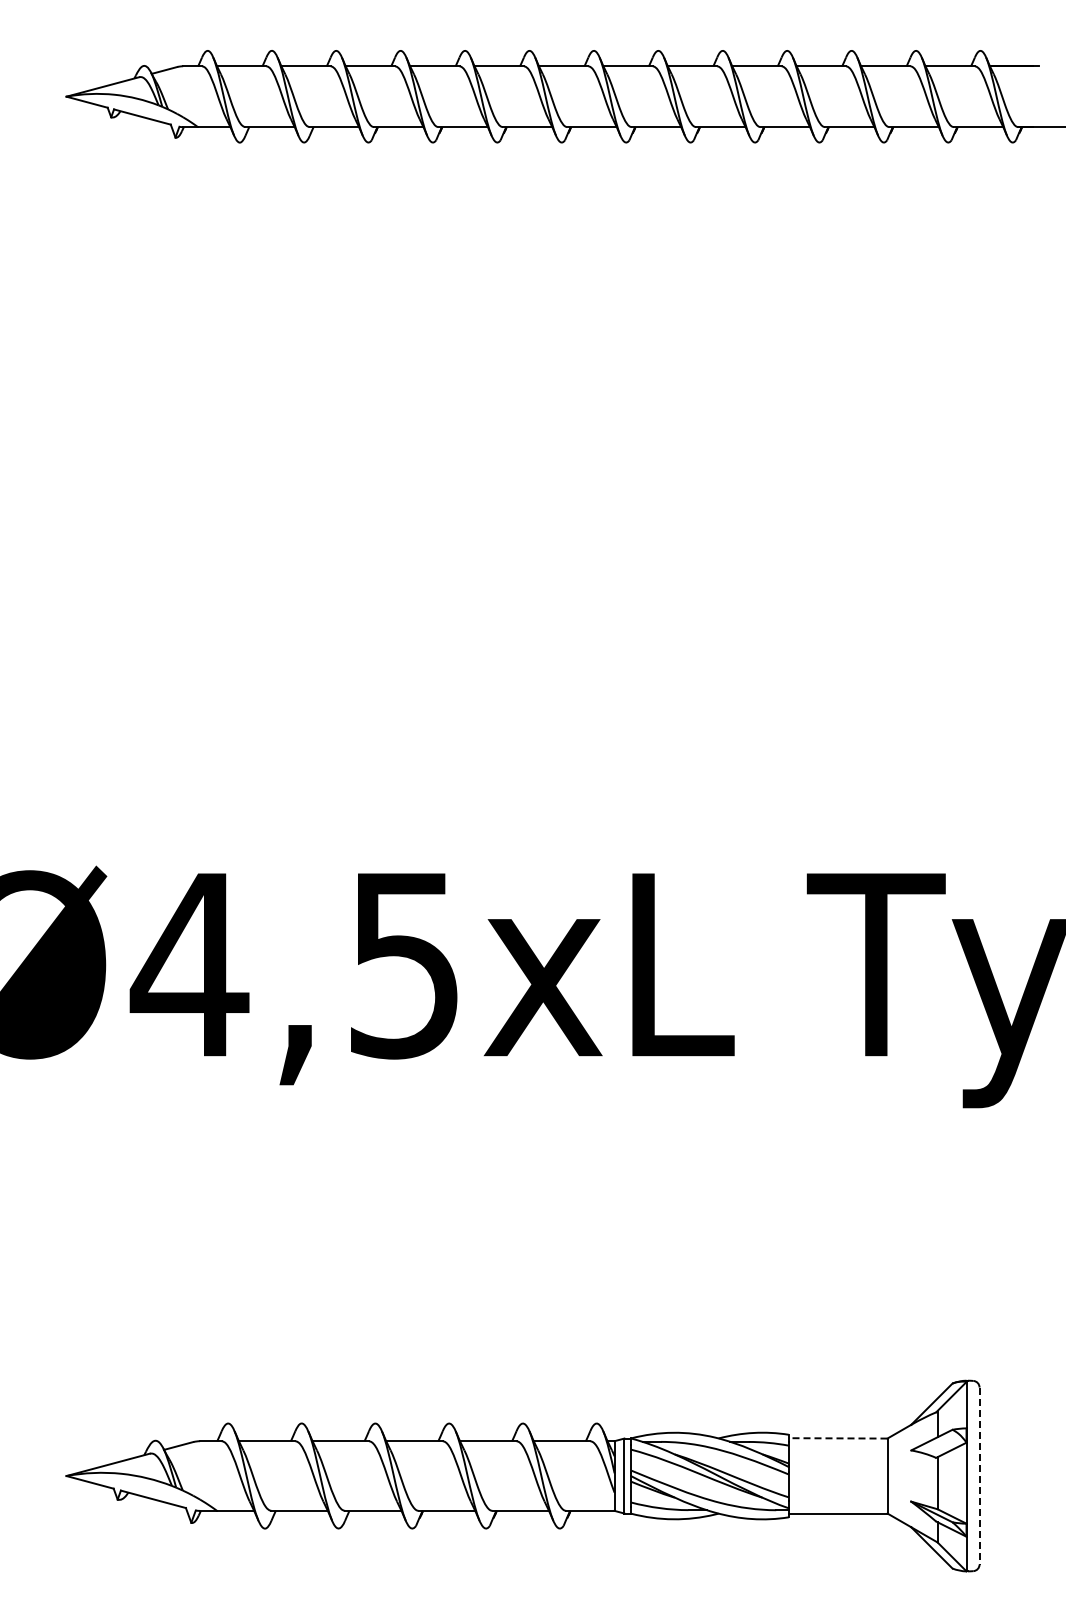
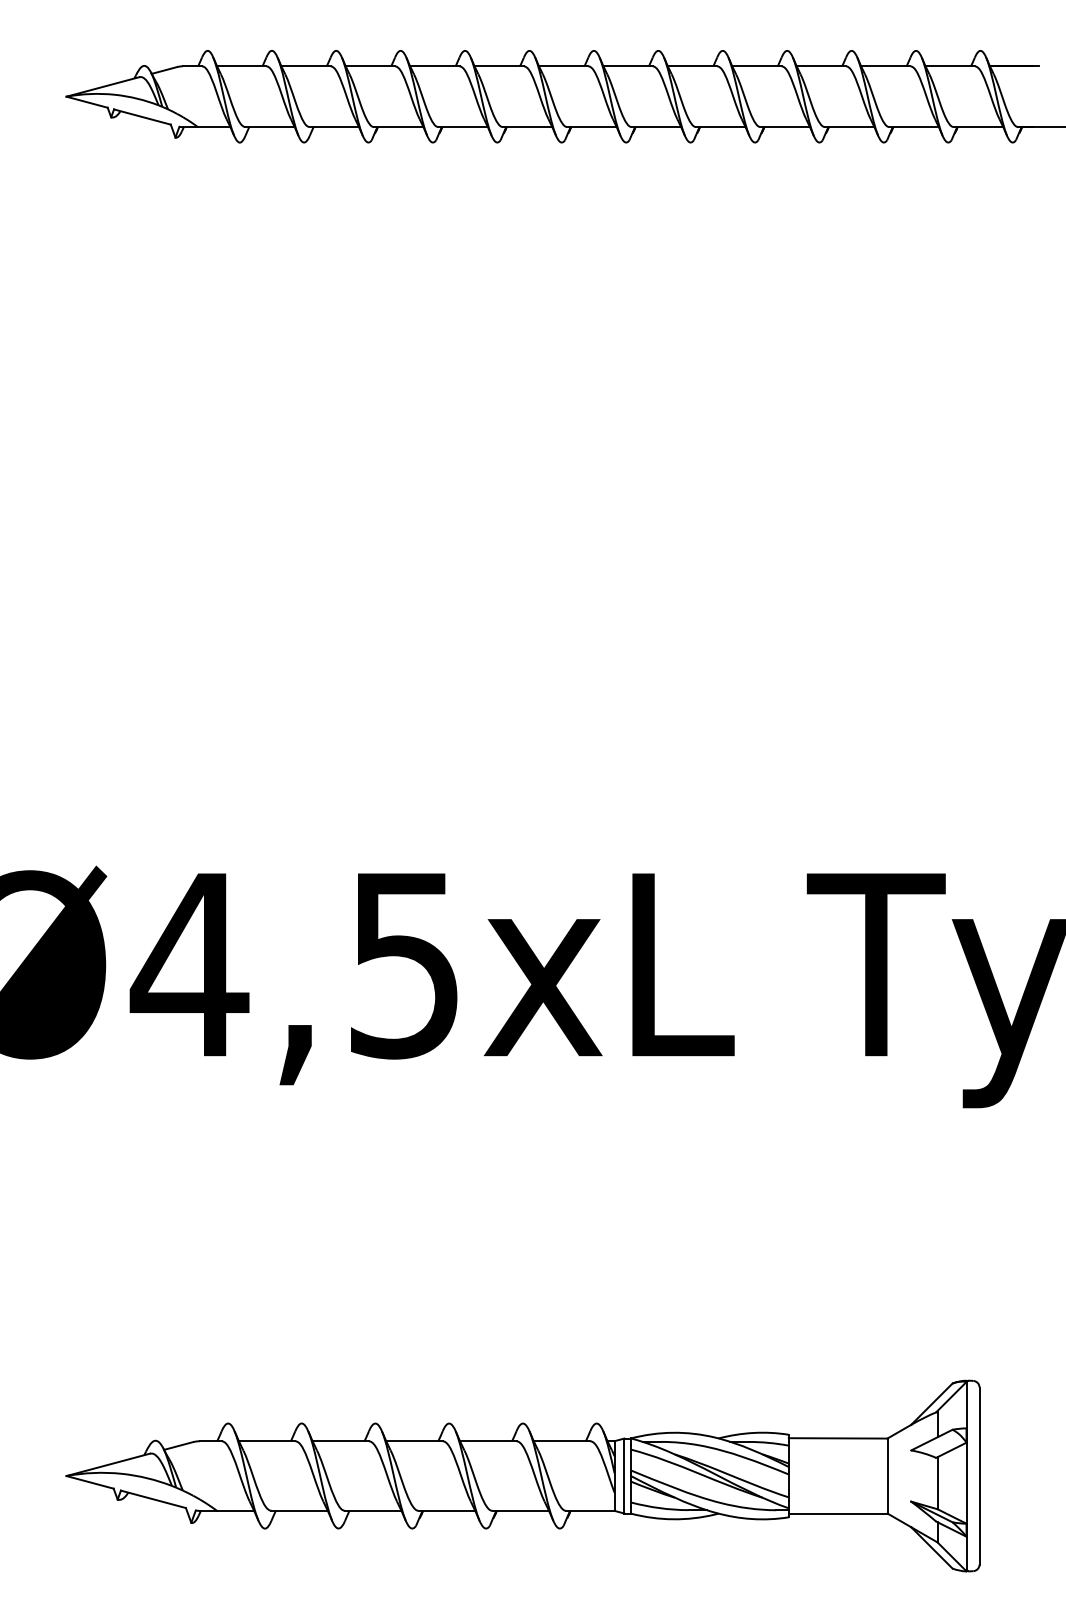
line at (837, 1438): dashed -> solid
line at (979, 1476): dashed -> solid
